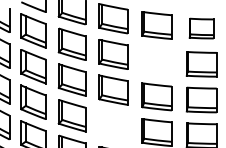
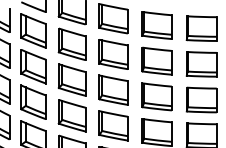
part at (201, 28) size: 27x23 px -> 33x27 px
part at (156, 60): none -> present
part at (113, 125): none -> present
